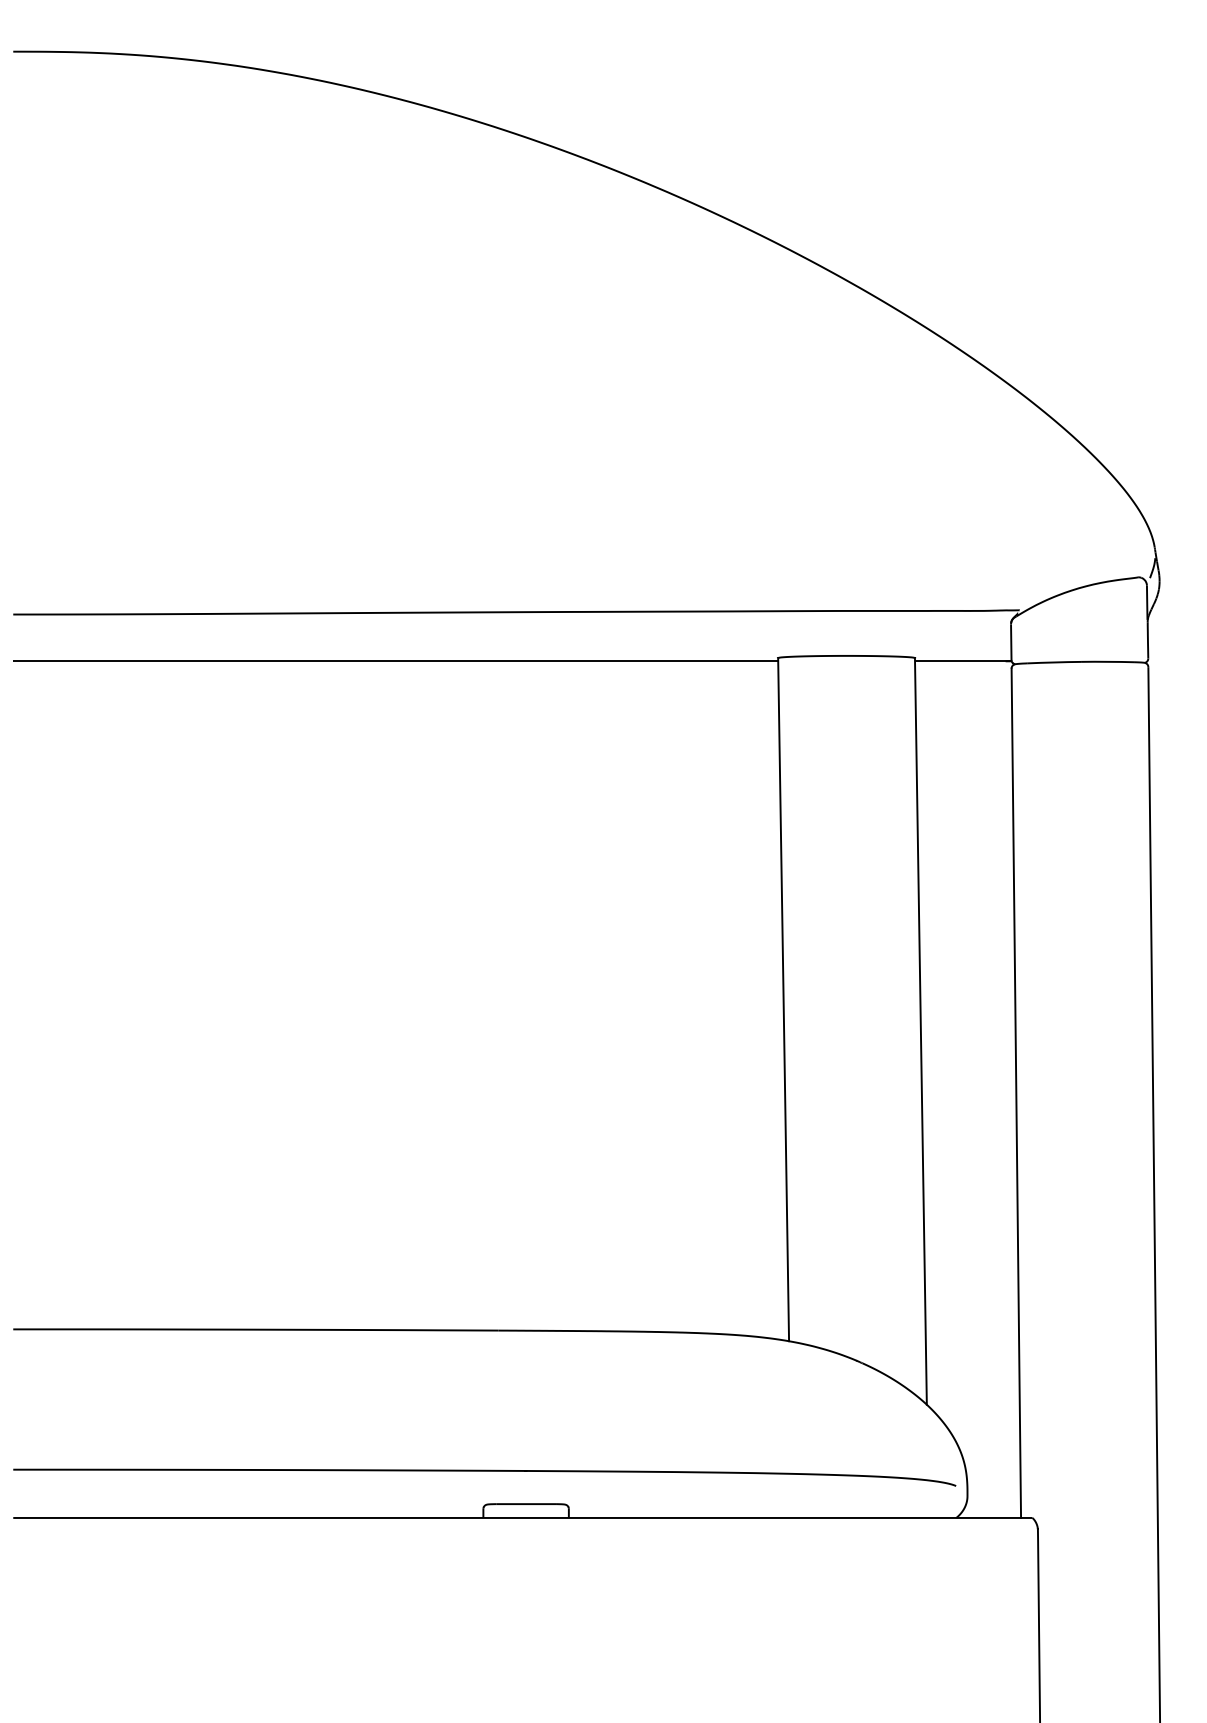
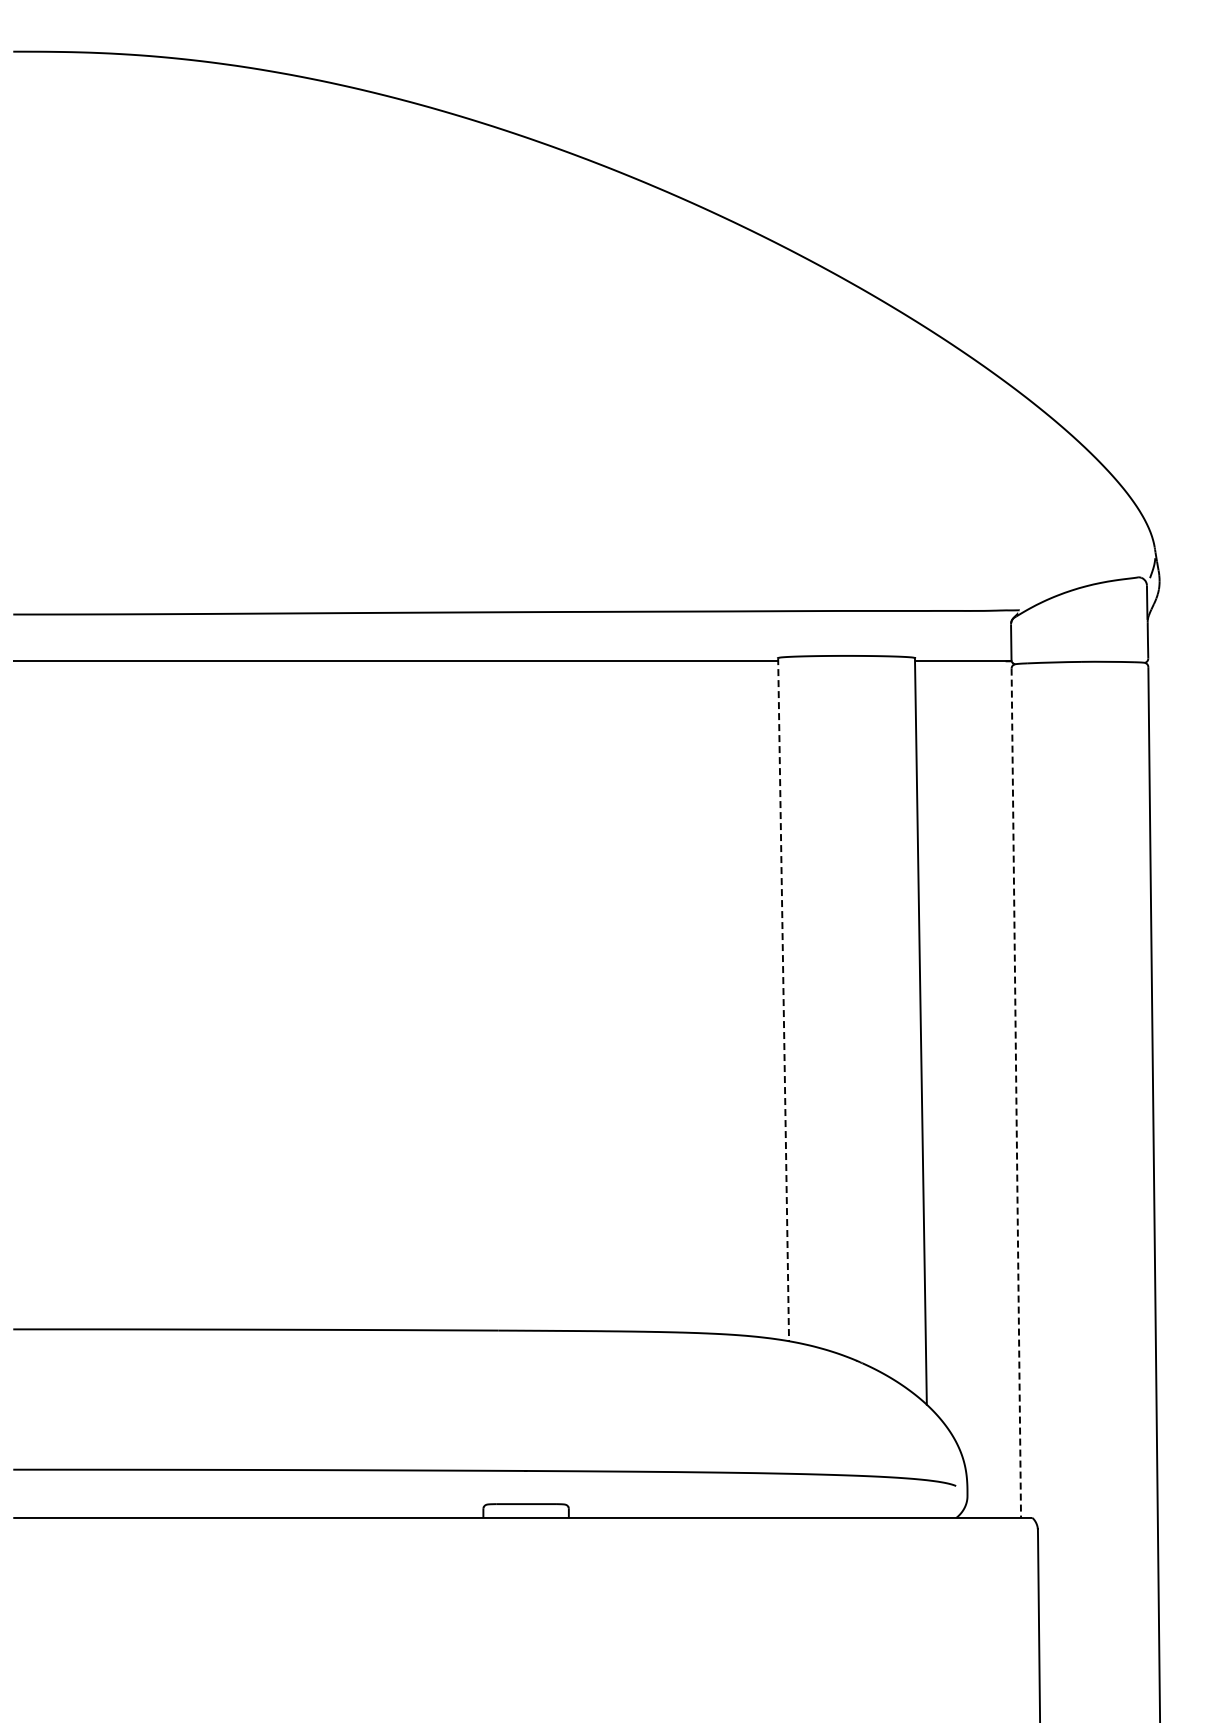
line at (783, 999): solid -> dashed
line at (1016, 1093): solid -> dashed
